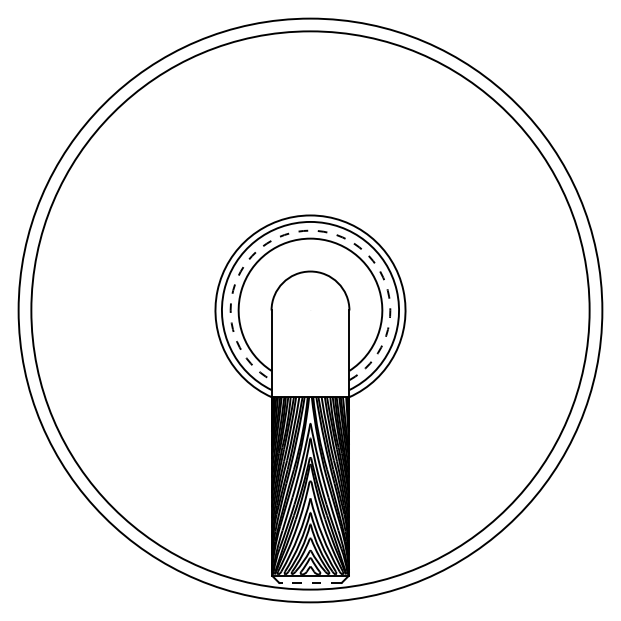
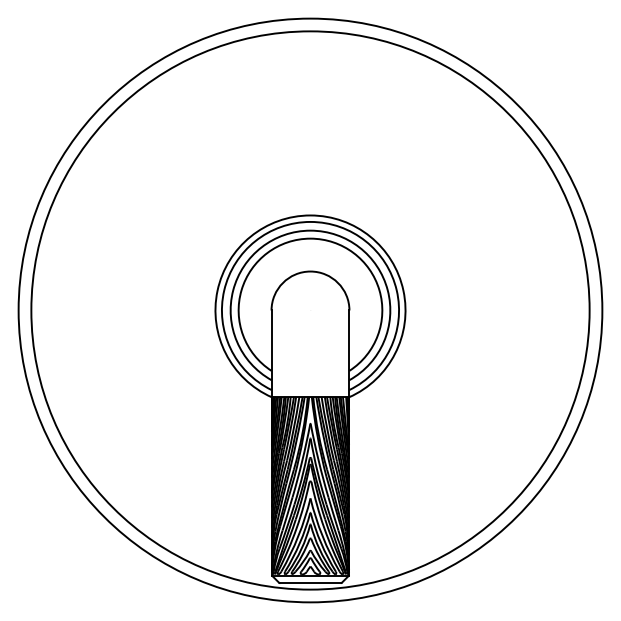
arc at (310, 230): dashed -> solid
line at (310, 583): dashed -> solid
